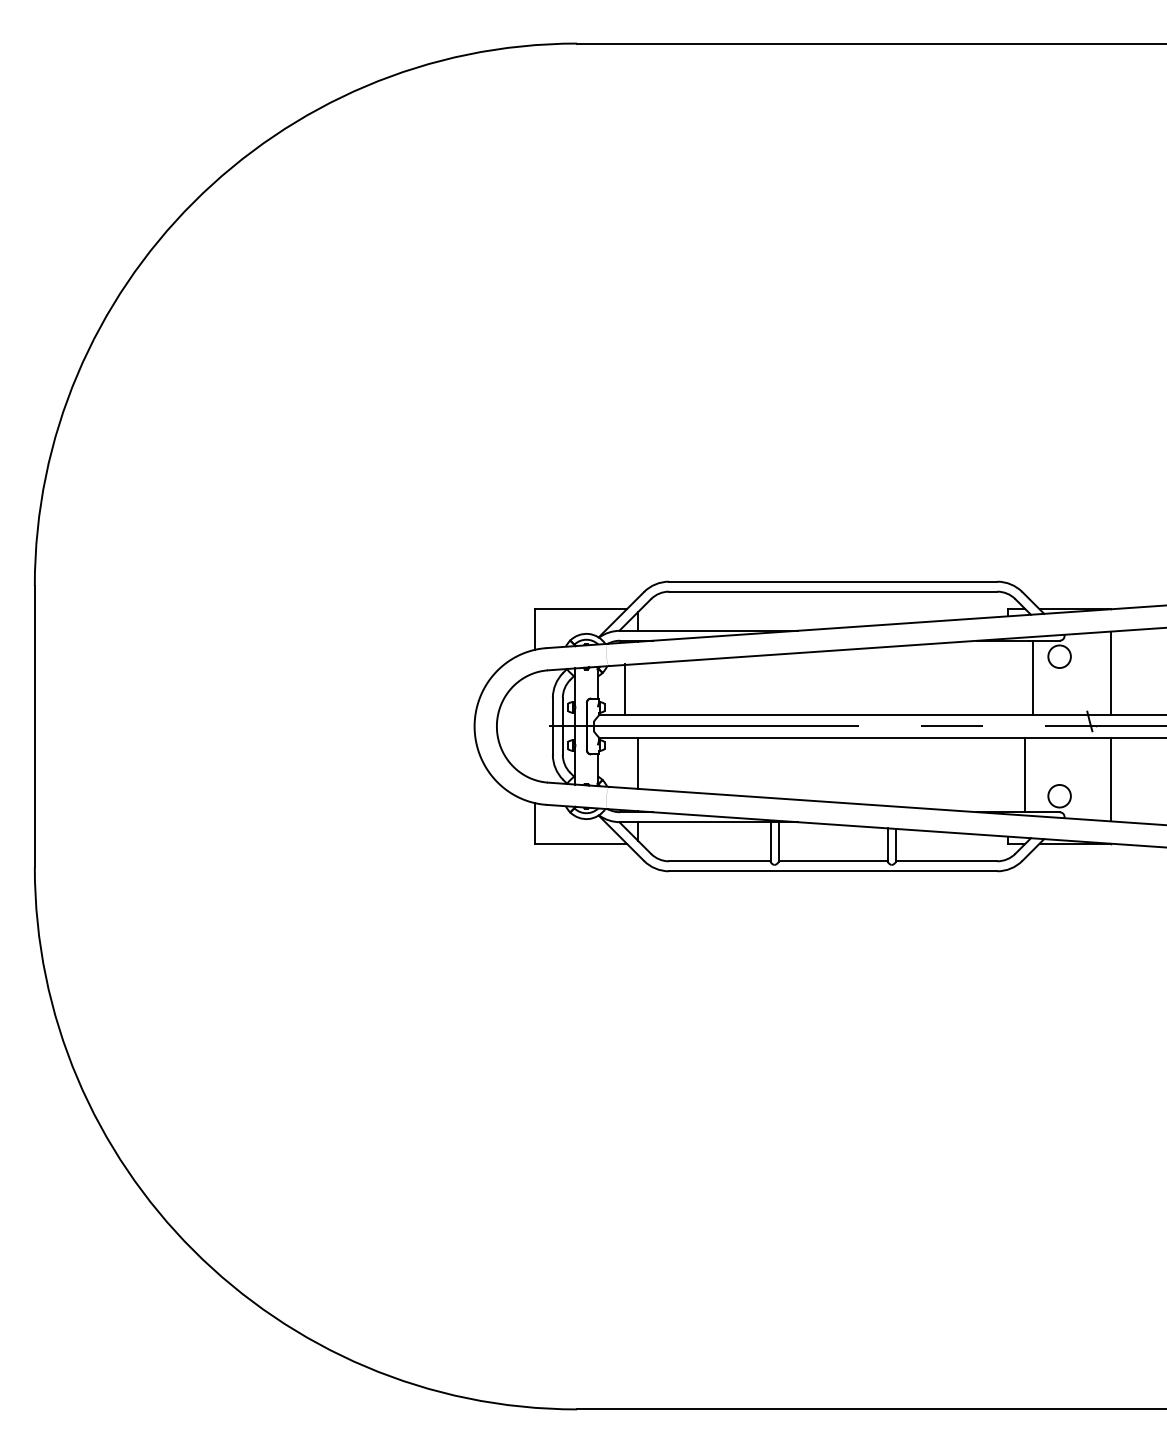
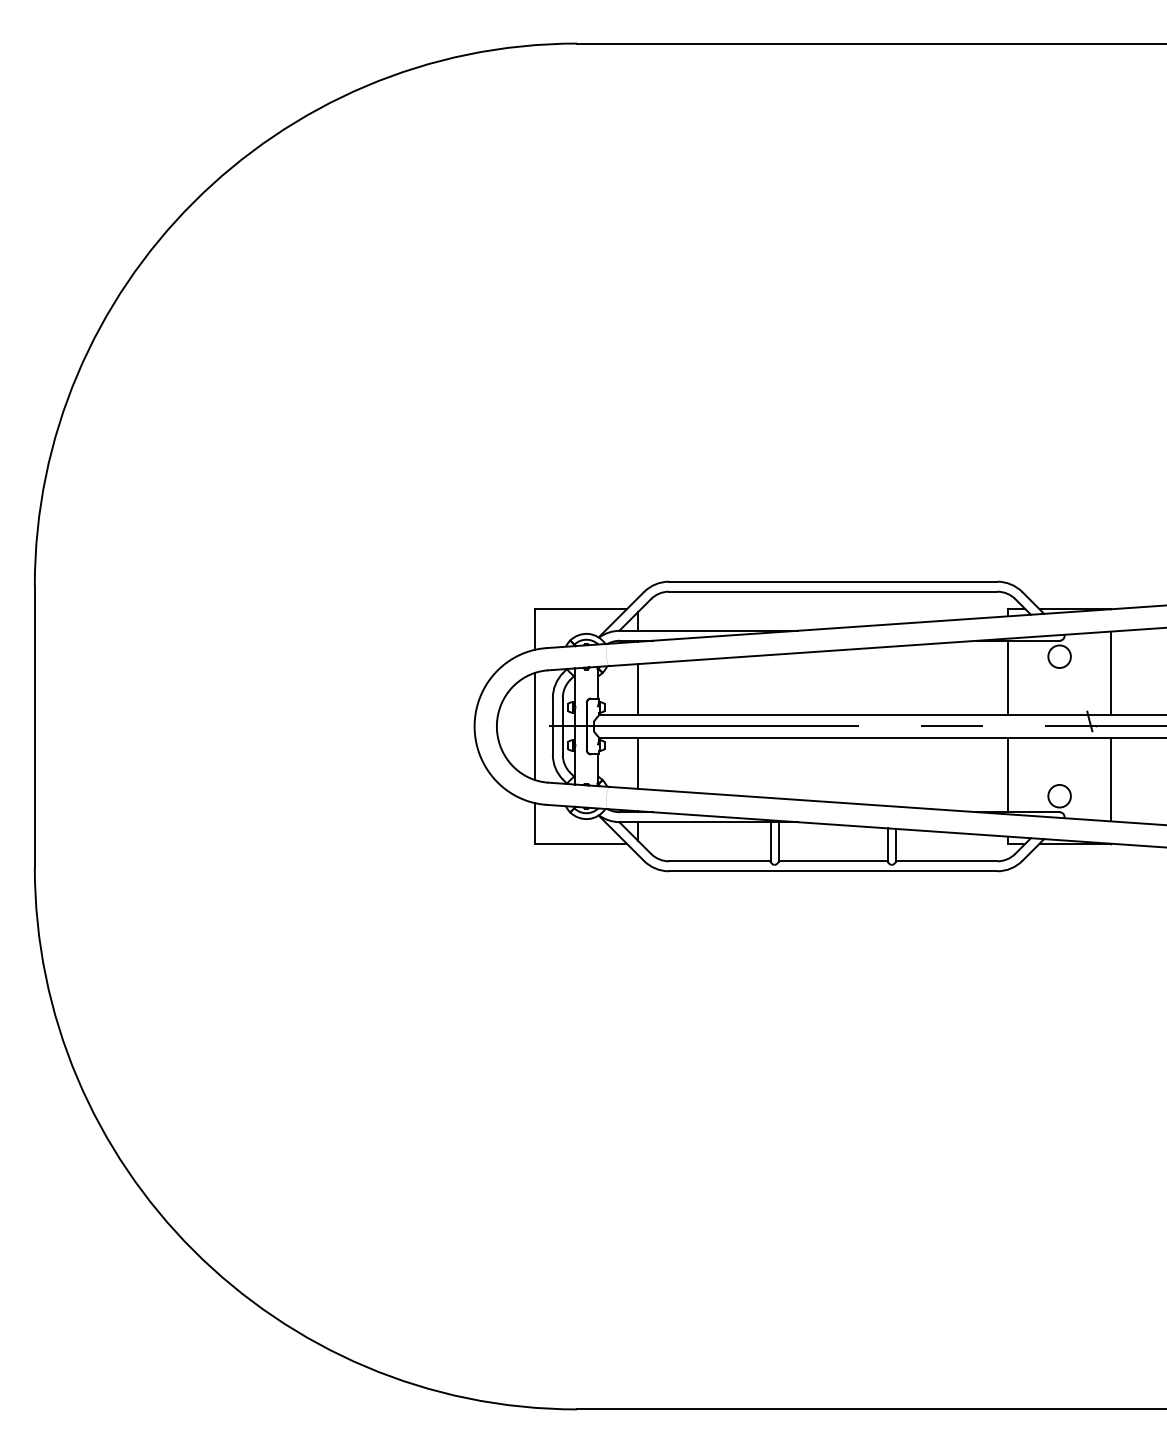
line at (1033, 677) position: (1033, 677) -> (1008, 677)
line at (624, 689) position: (624, 689) -> (637, 689)
line at (535, 726): none -> present
line at (1025, 774) position: (1025, 774) -> (1008, 774)
